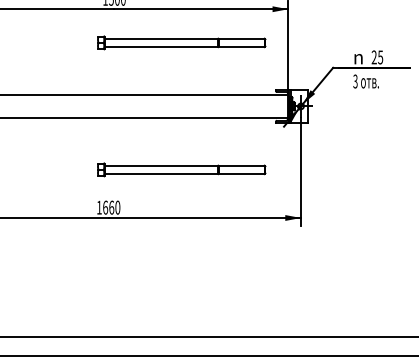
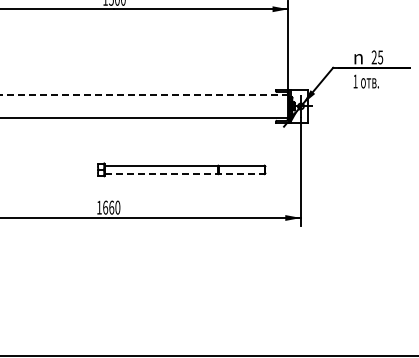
part at (181, 42): present -> none
text at (355, 81): 3 -> 1
line at (144, 94): solid -> dashed
line at (185, 174): solid -> dashed
line at (208, 336): present -> none
